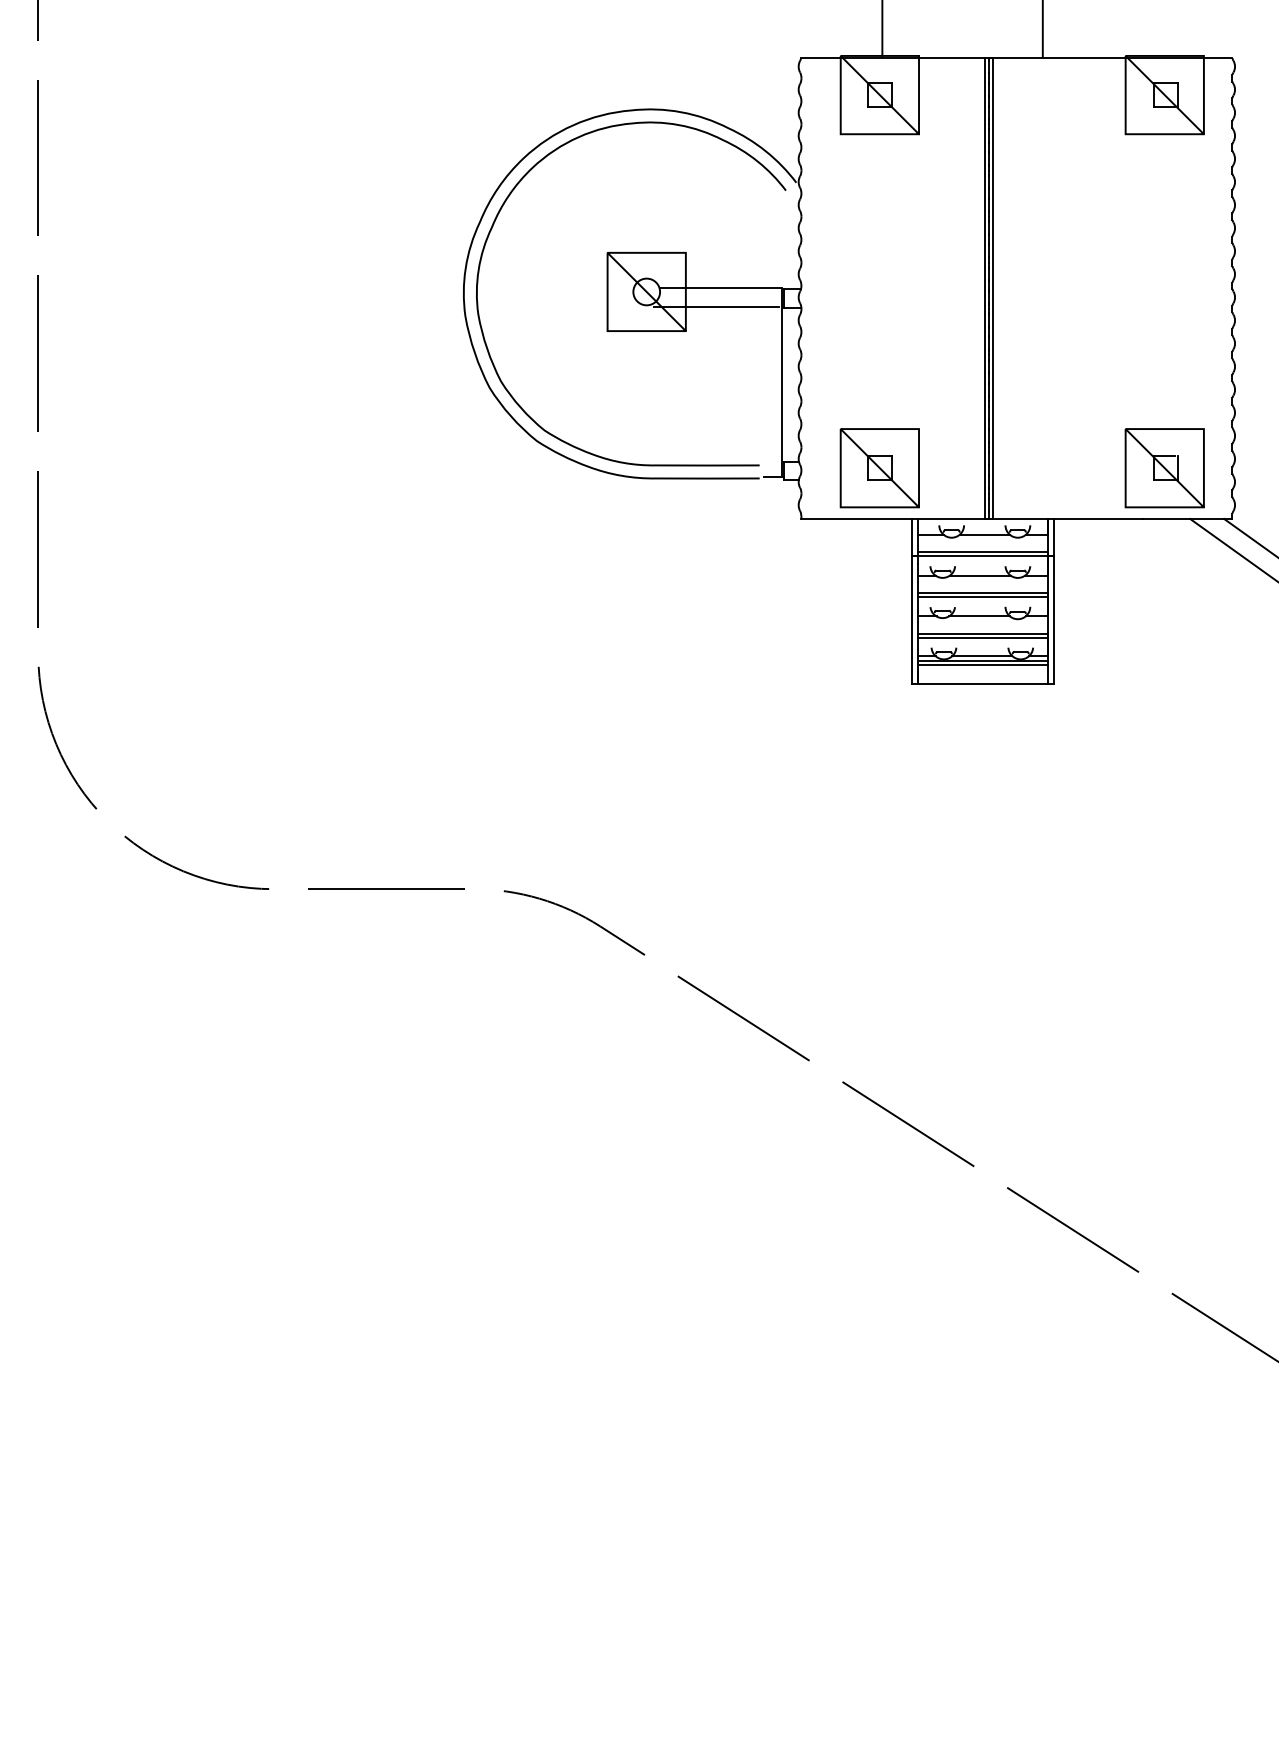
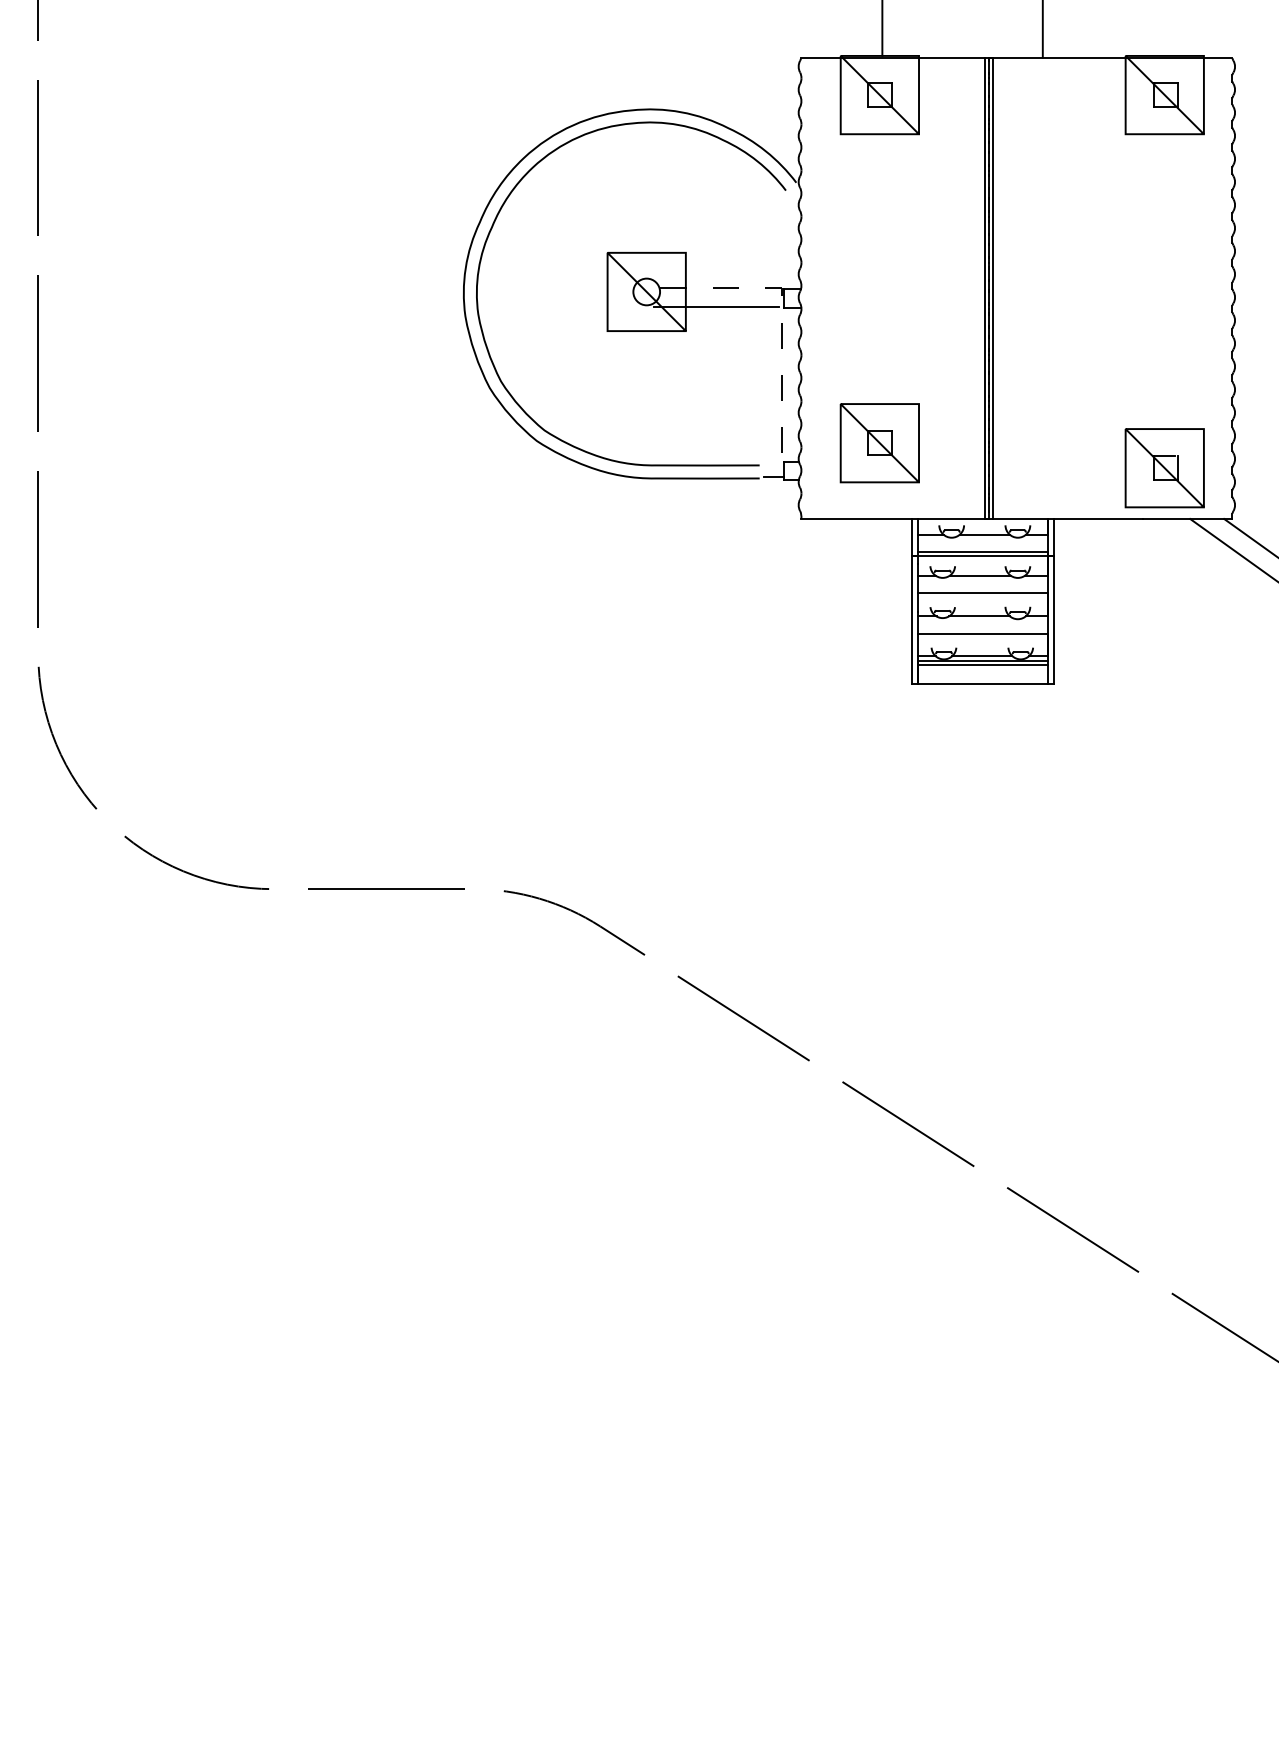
line at (782, 320): solid -> dashed
part at (879, 468) position: (879, 468) -> (879, 443)
line at (982, 597): present -> none
line at (982, 637): present -> none
